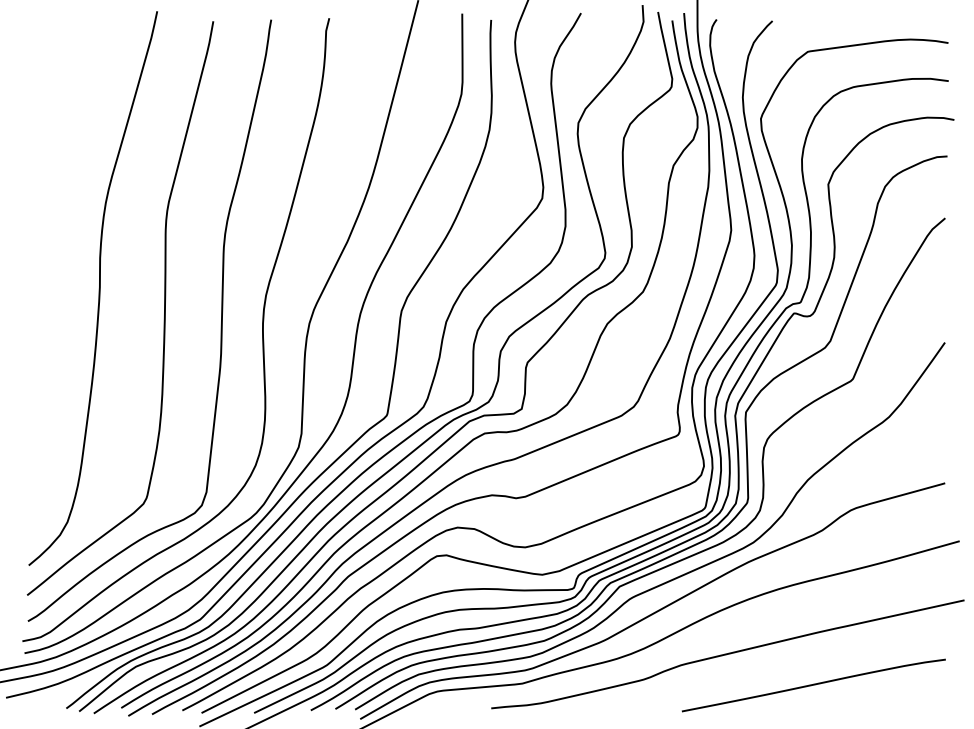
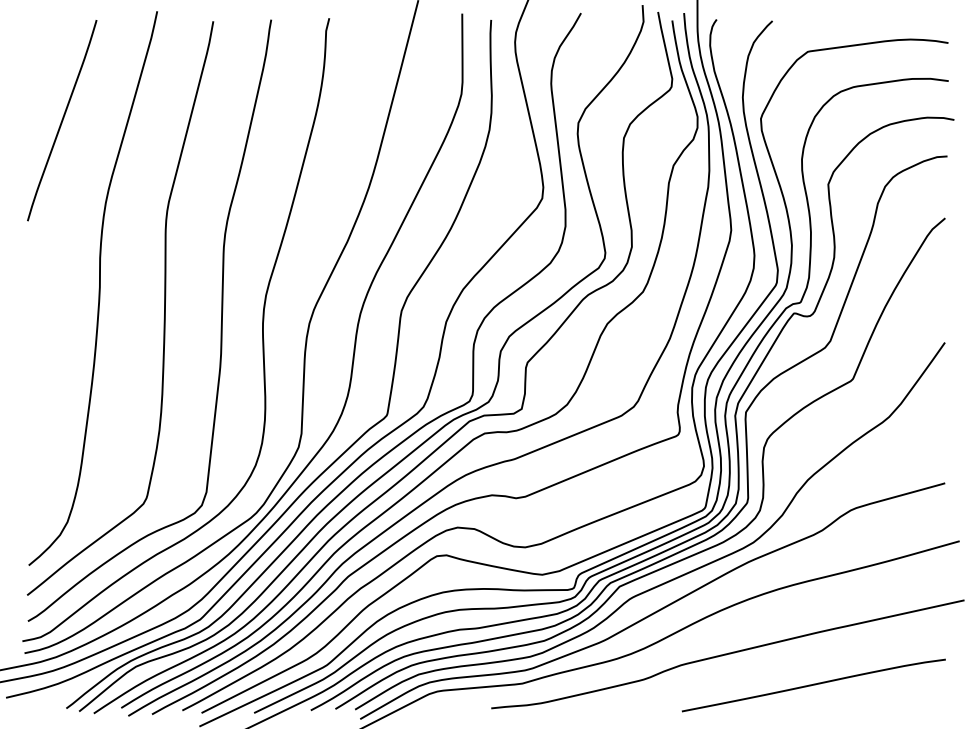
curve at (62, 120): none -> present
